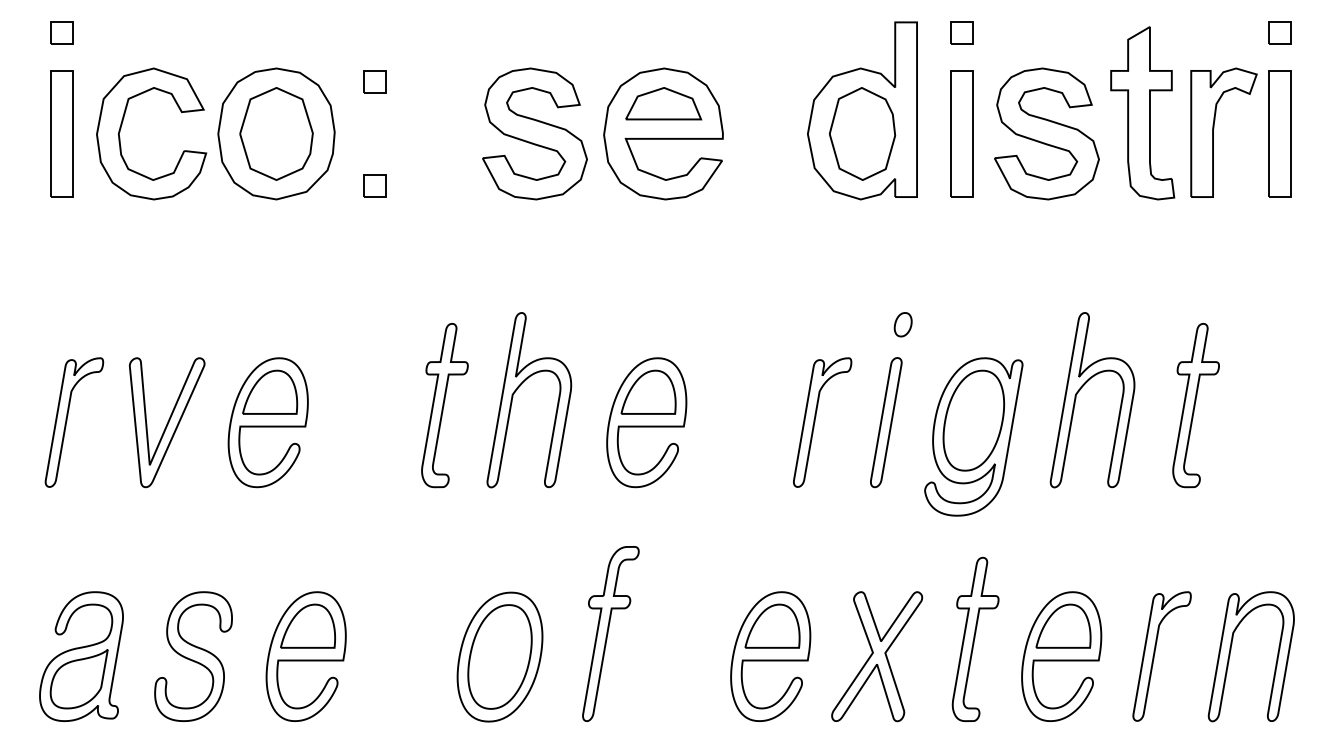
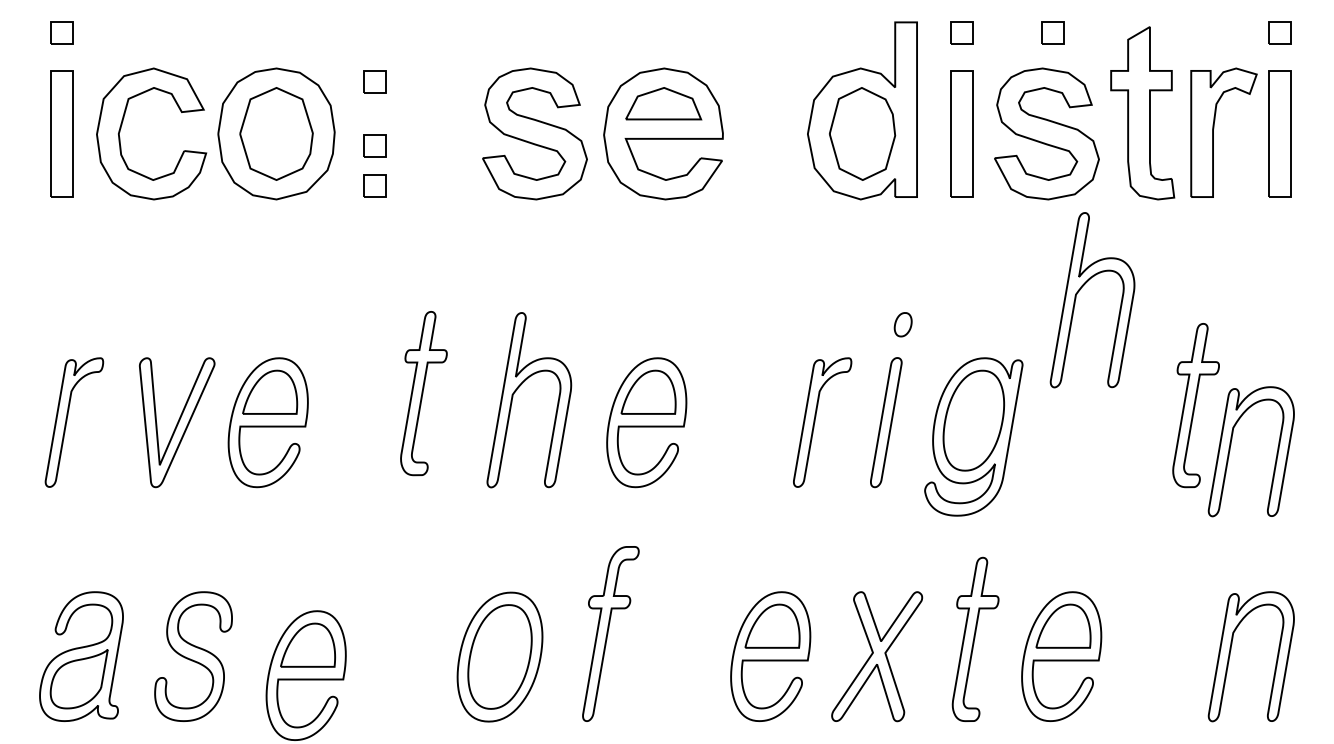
part at (1052, 32): none -> present
part at (374, 145): none -> present
part at (1080, 390) position: (1080, 390) -> (1080, 290)
part at (444, 405) position: (444, 405) -> (423, 393)
part at (167, 422) position: (167, 422) -> (177, 422)
part at (1231, 445): none -> present
part at (1155, 653): present -> none
part at (305, 656) position: (305, 656) -> (305, 675)
